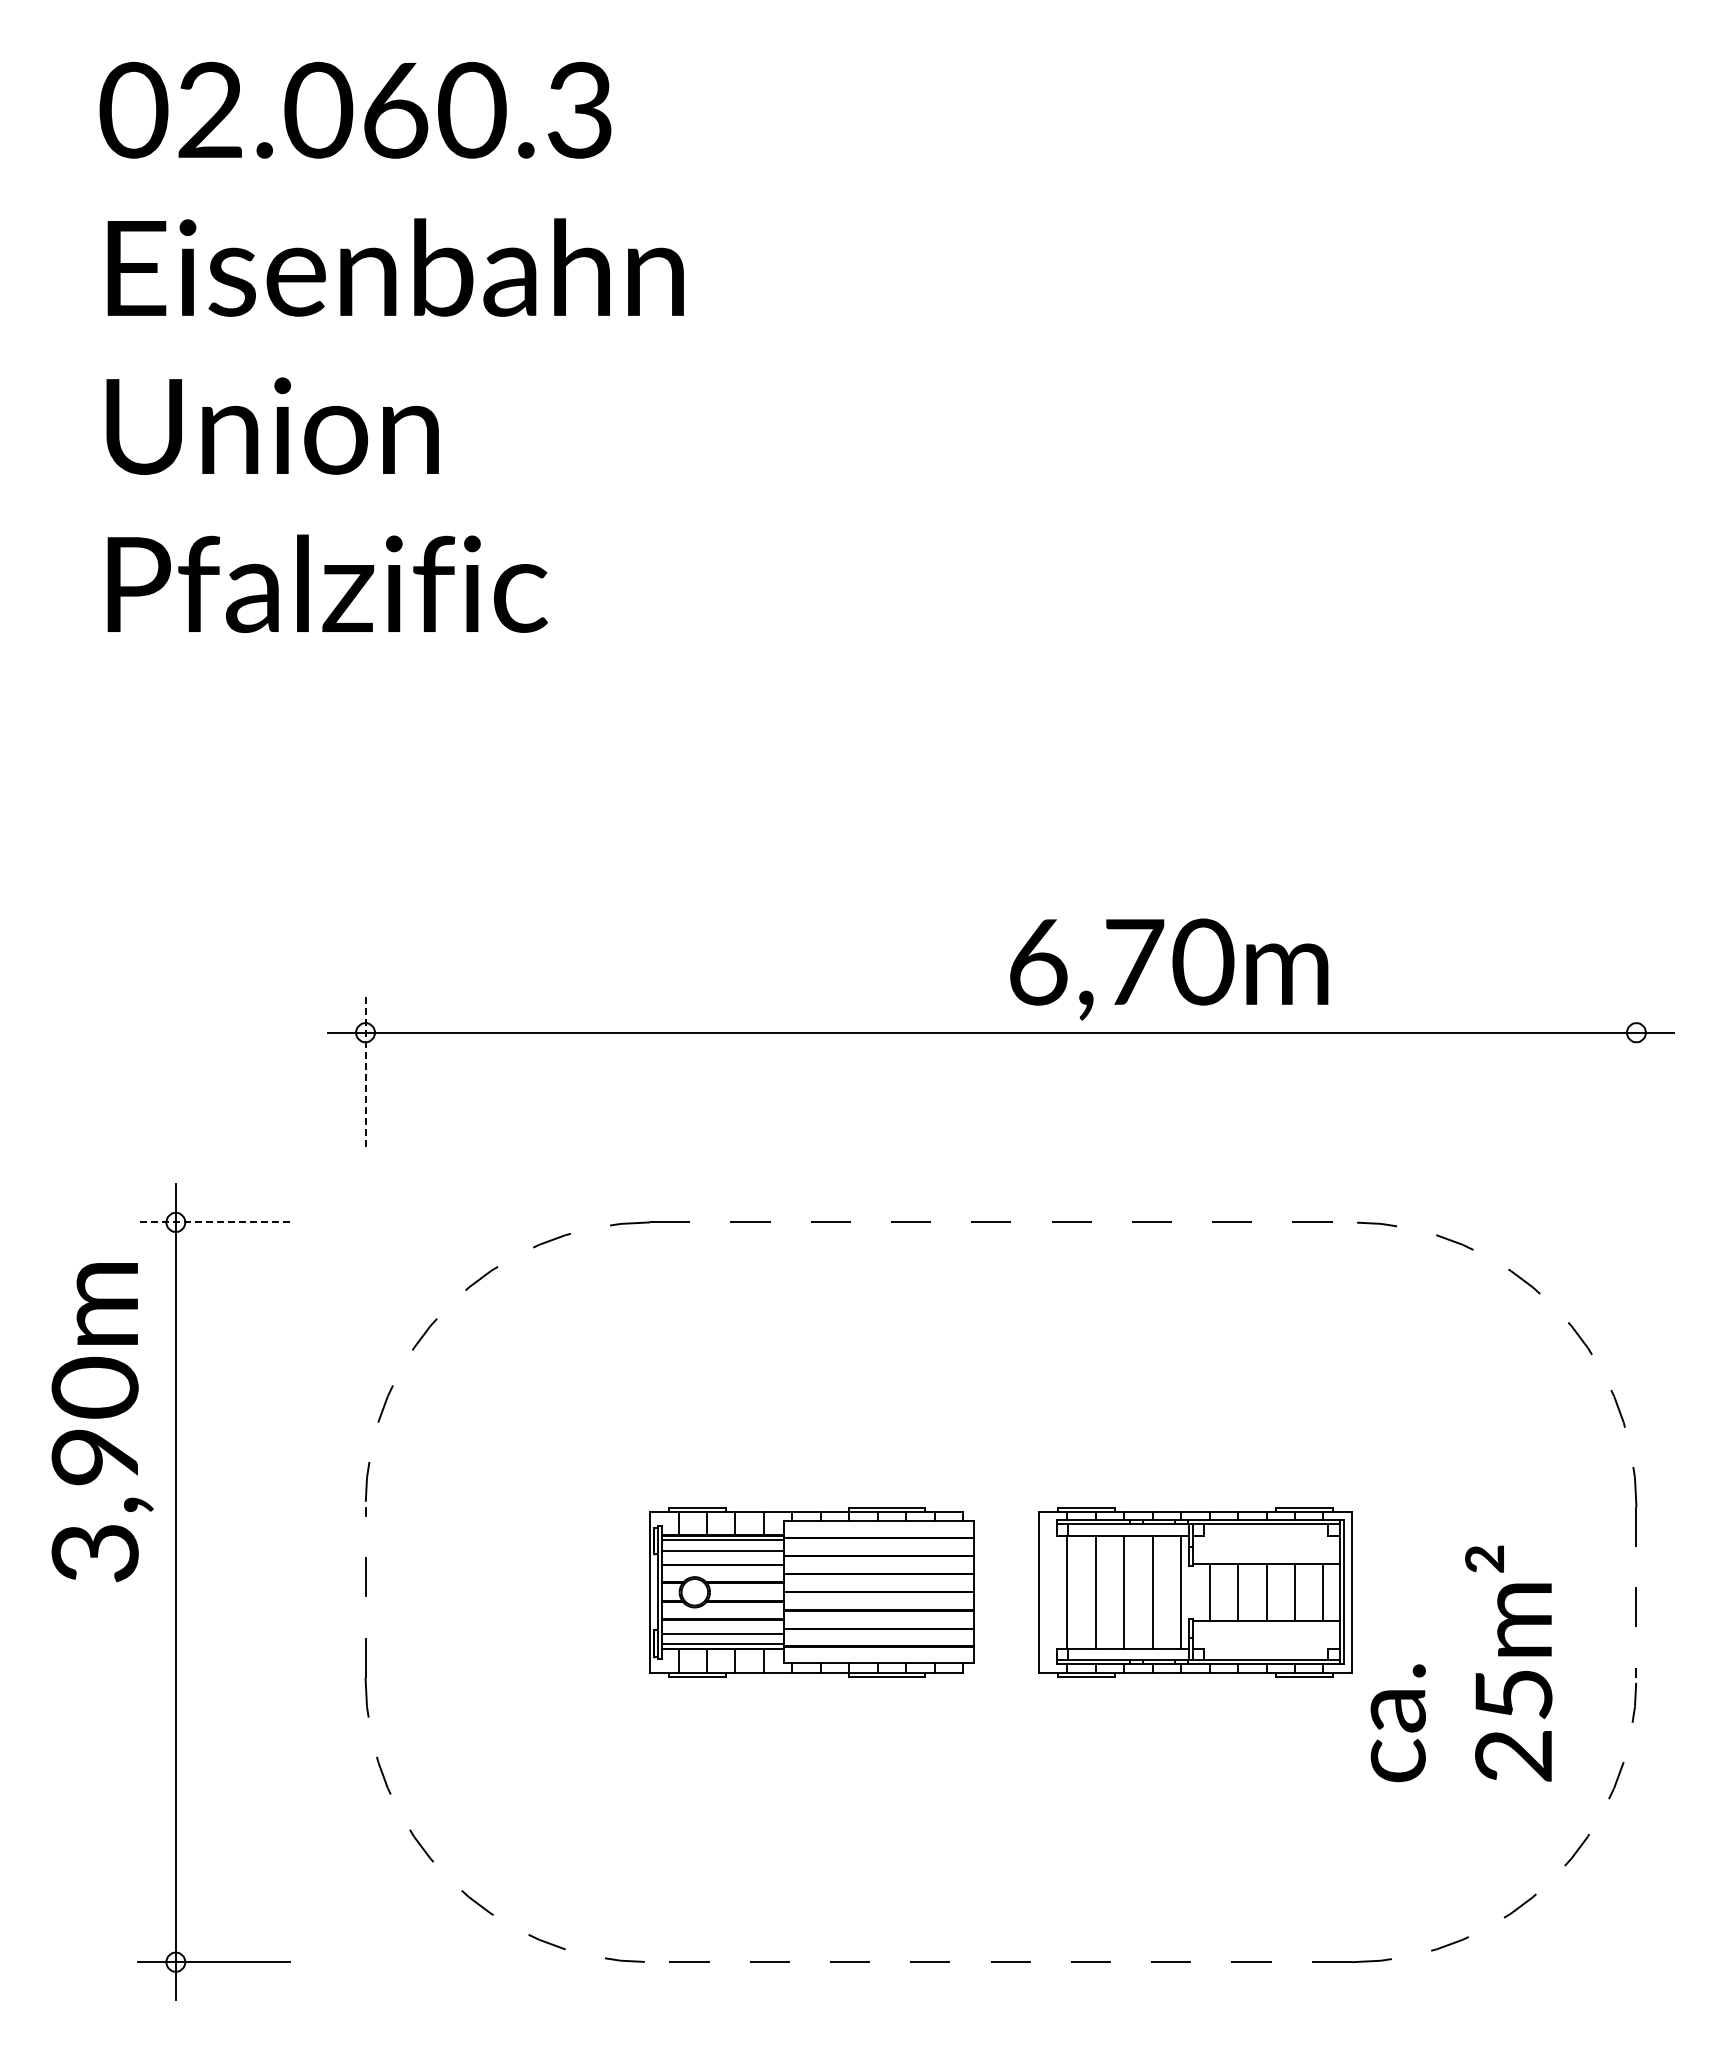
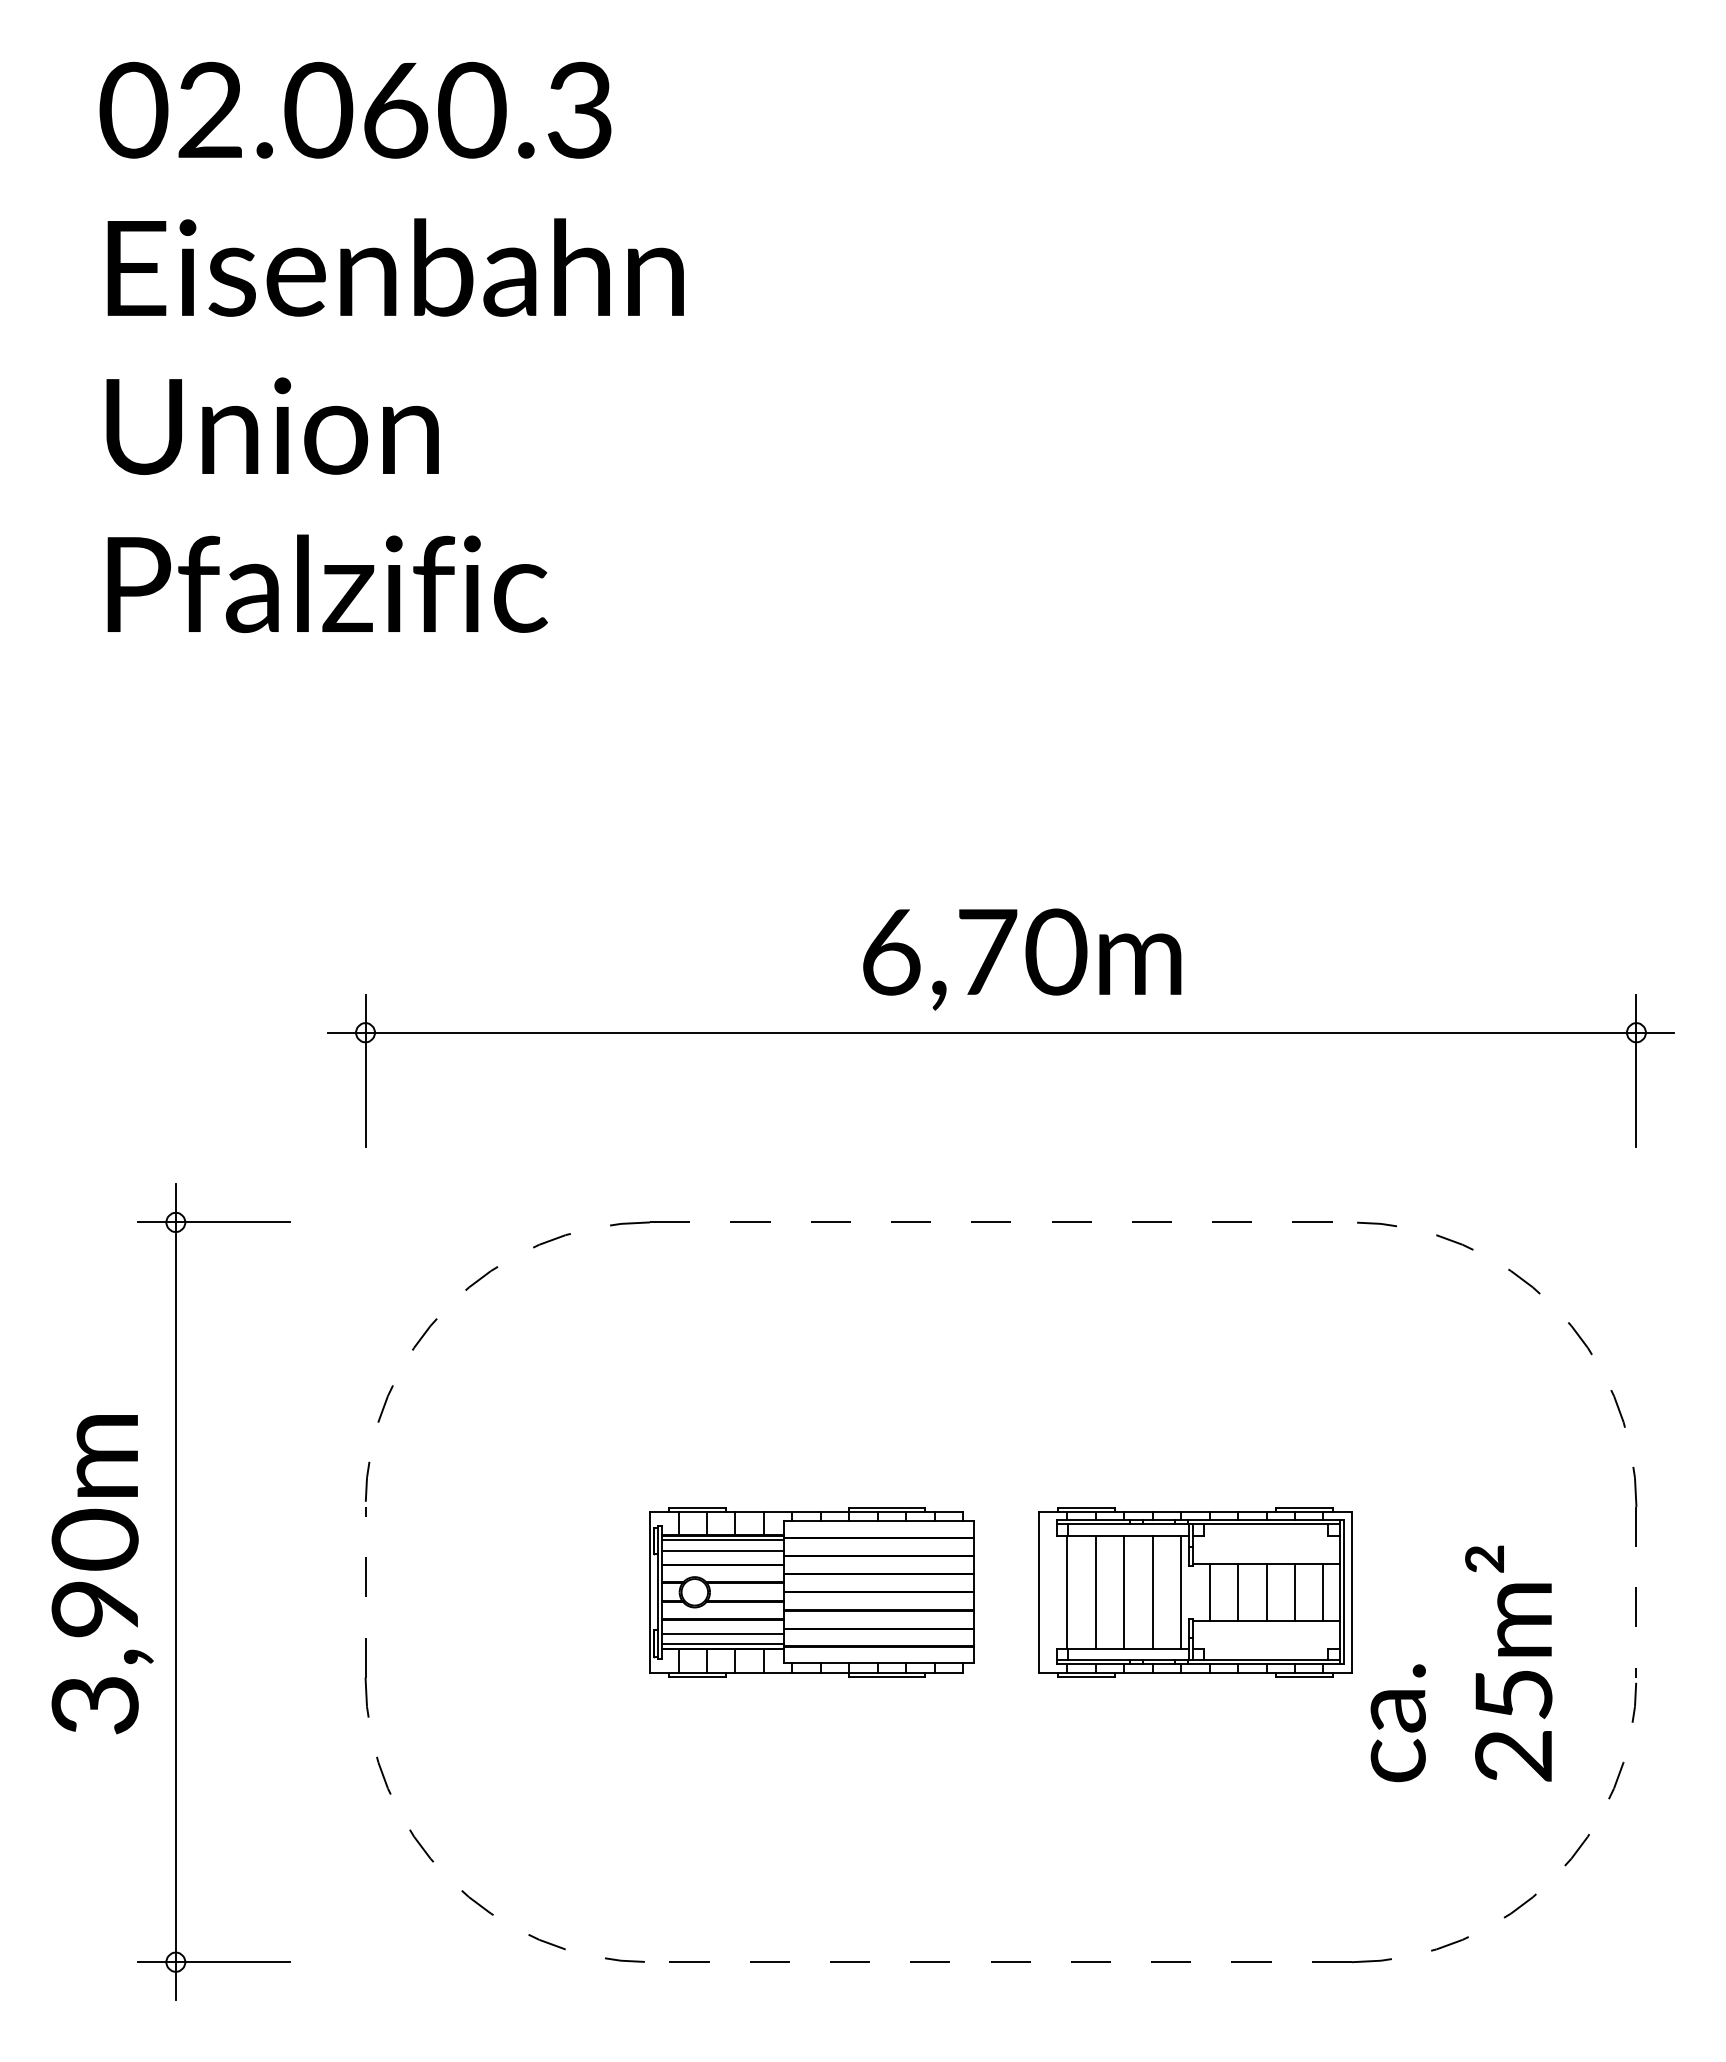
text at (1169, 969) position: (1169, 969) -> (1022, 959)
line at (365, 1070): dashed -> solid
line at (1636, 1070): none -> present
line at (213, 1222): dashed -> solid
text at (102, 1422) position: (102, 1422) -> (102, 1574)
